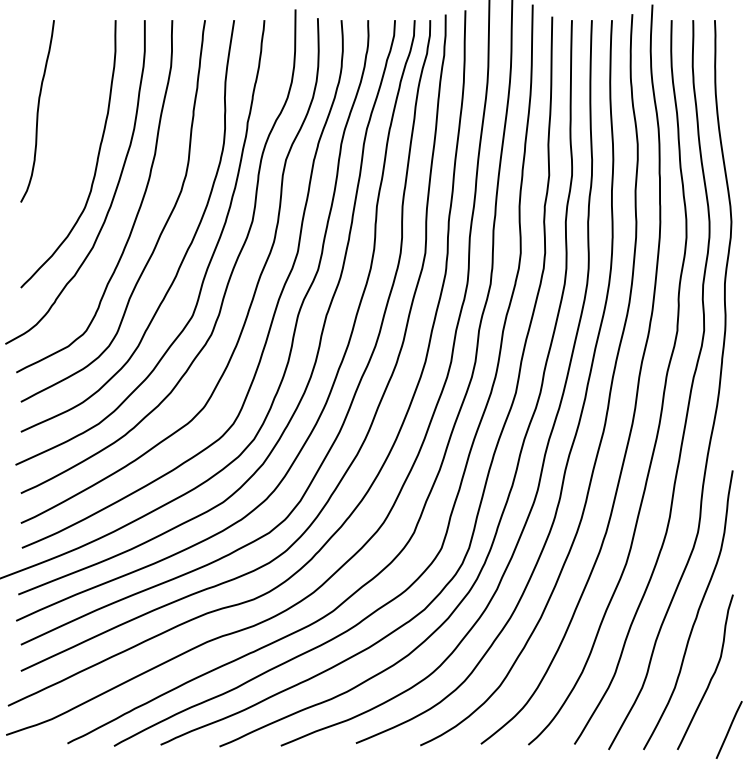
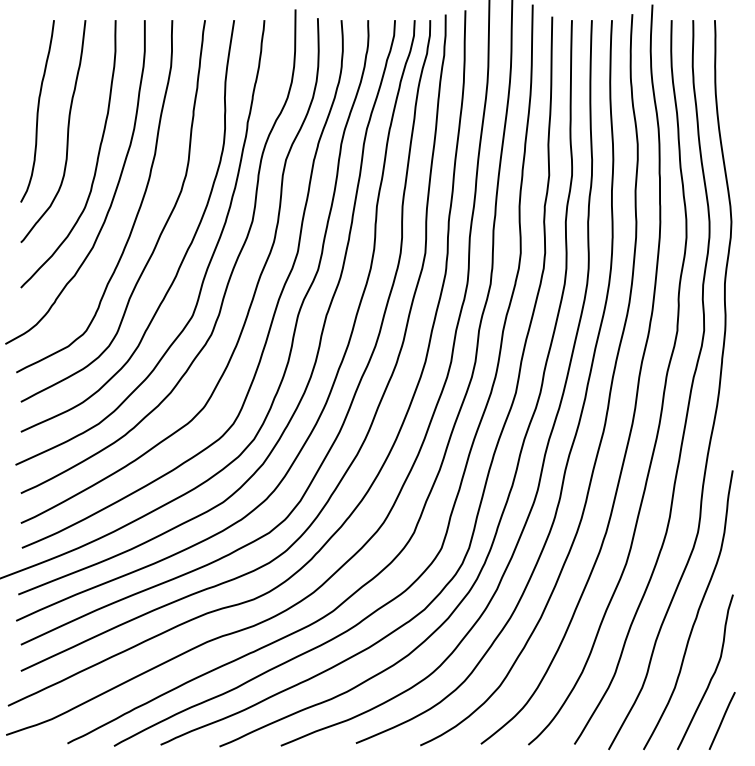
curve at (67, 131): none -> present
line at (728, 729) position: (728, 729) -> (721, 720)
